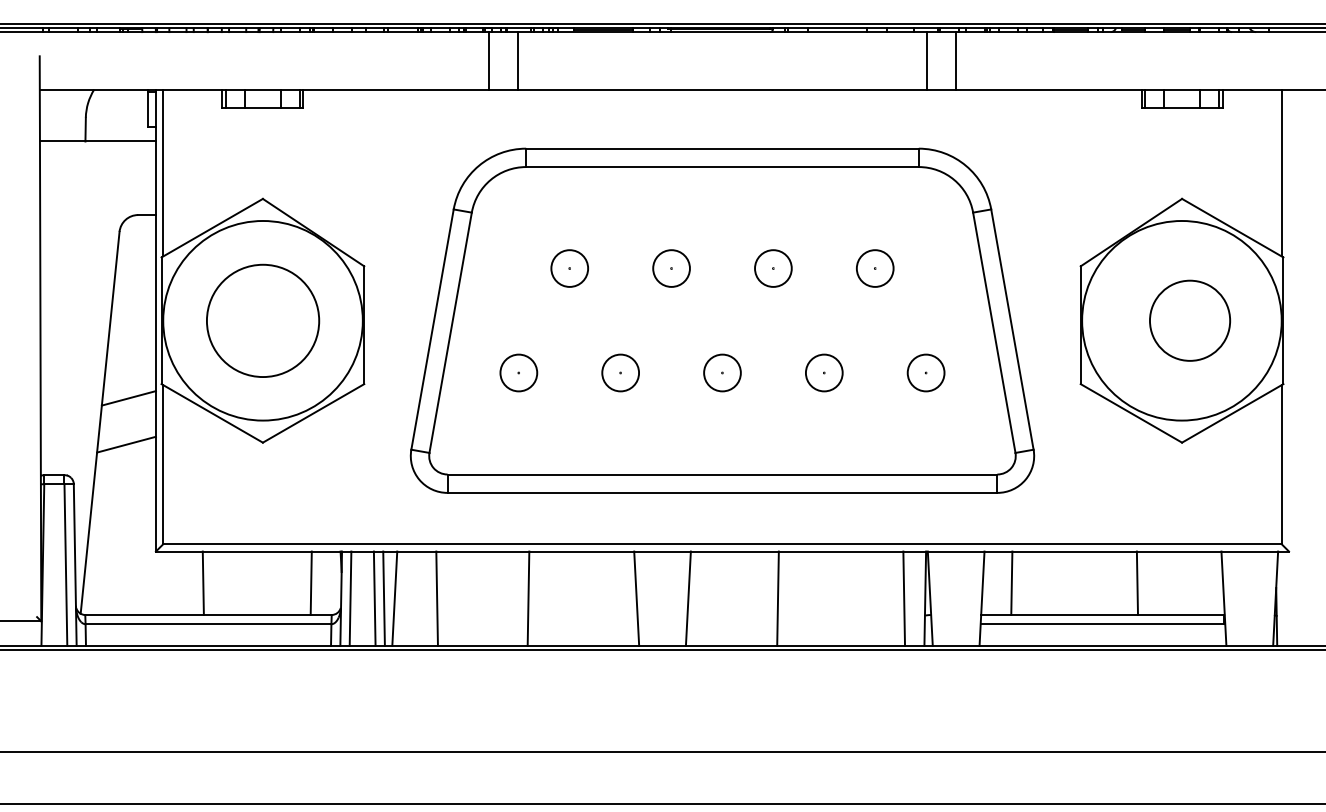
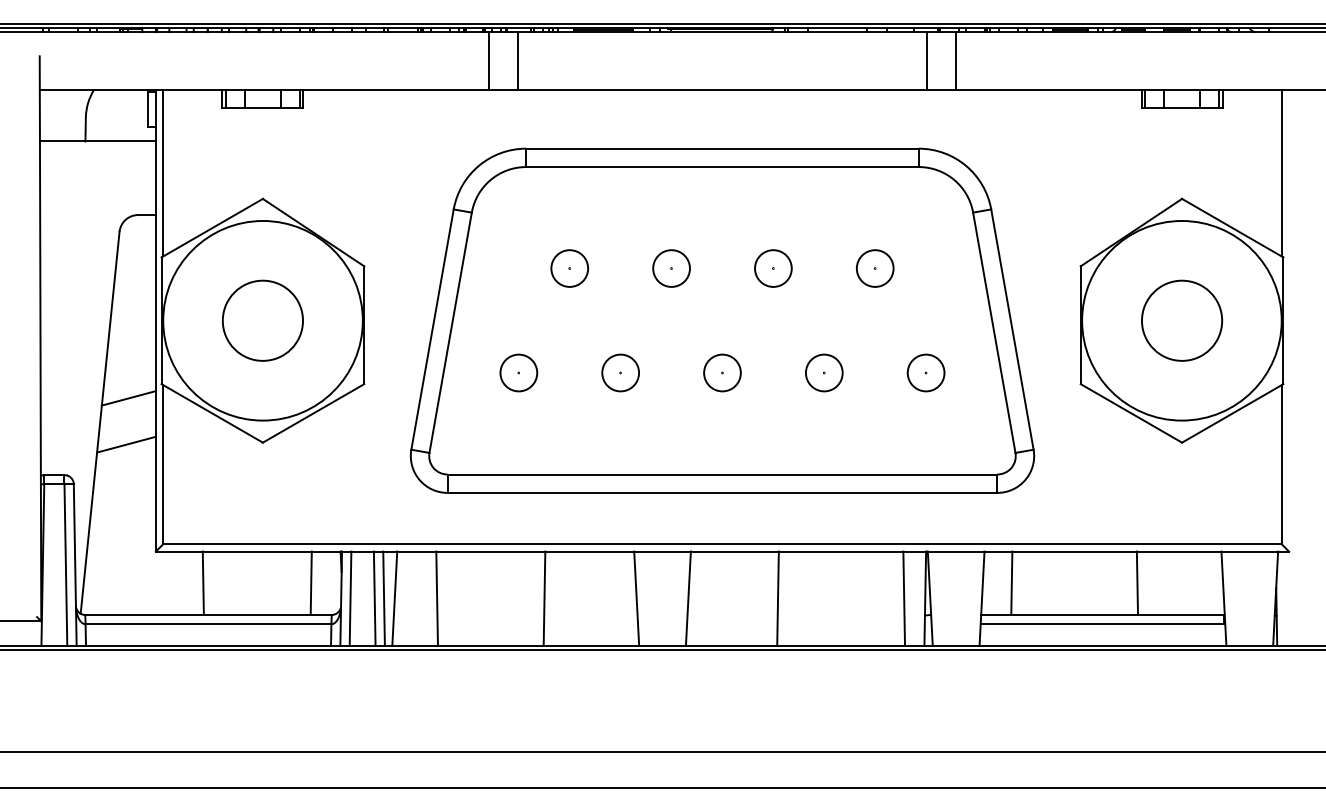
circle at (263, 320) size: 115x115 px -> 83x83 px
circle at (1190, 320) position: (1190, 320) -> (1182, 320)
line at (528, 598) position: (528, 598) -> (544, 598)
line at (662, 803) position: (662, 803) -> (662, 787)
